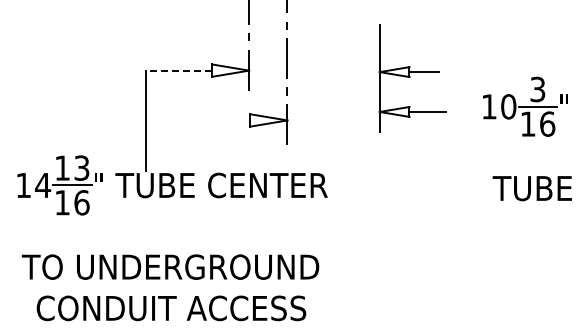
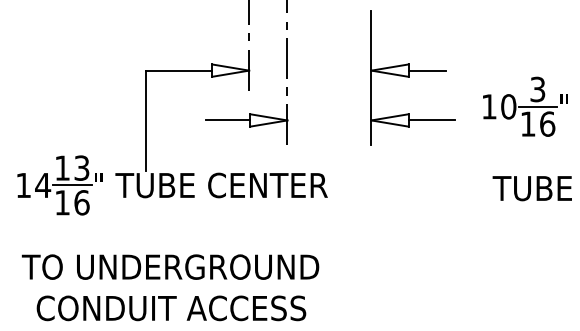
line at (179, 70): dashed -> solid
part at (412, 78) size: 69x109 px -> 86x136 px
line at (228, 120): none -> present
